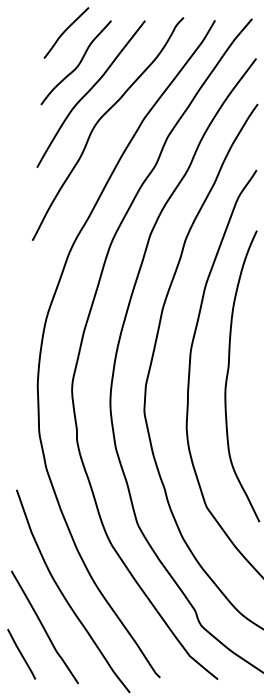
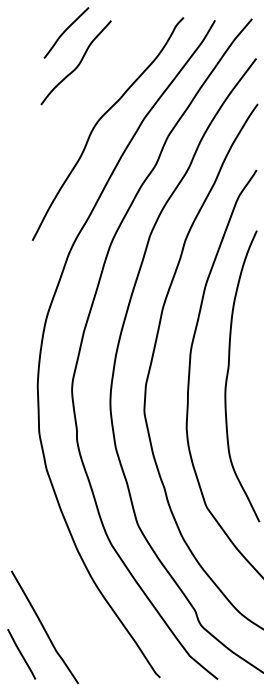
curve at (89, 92): present -> none
curve at (64, 595): present -> none
